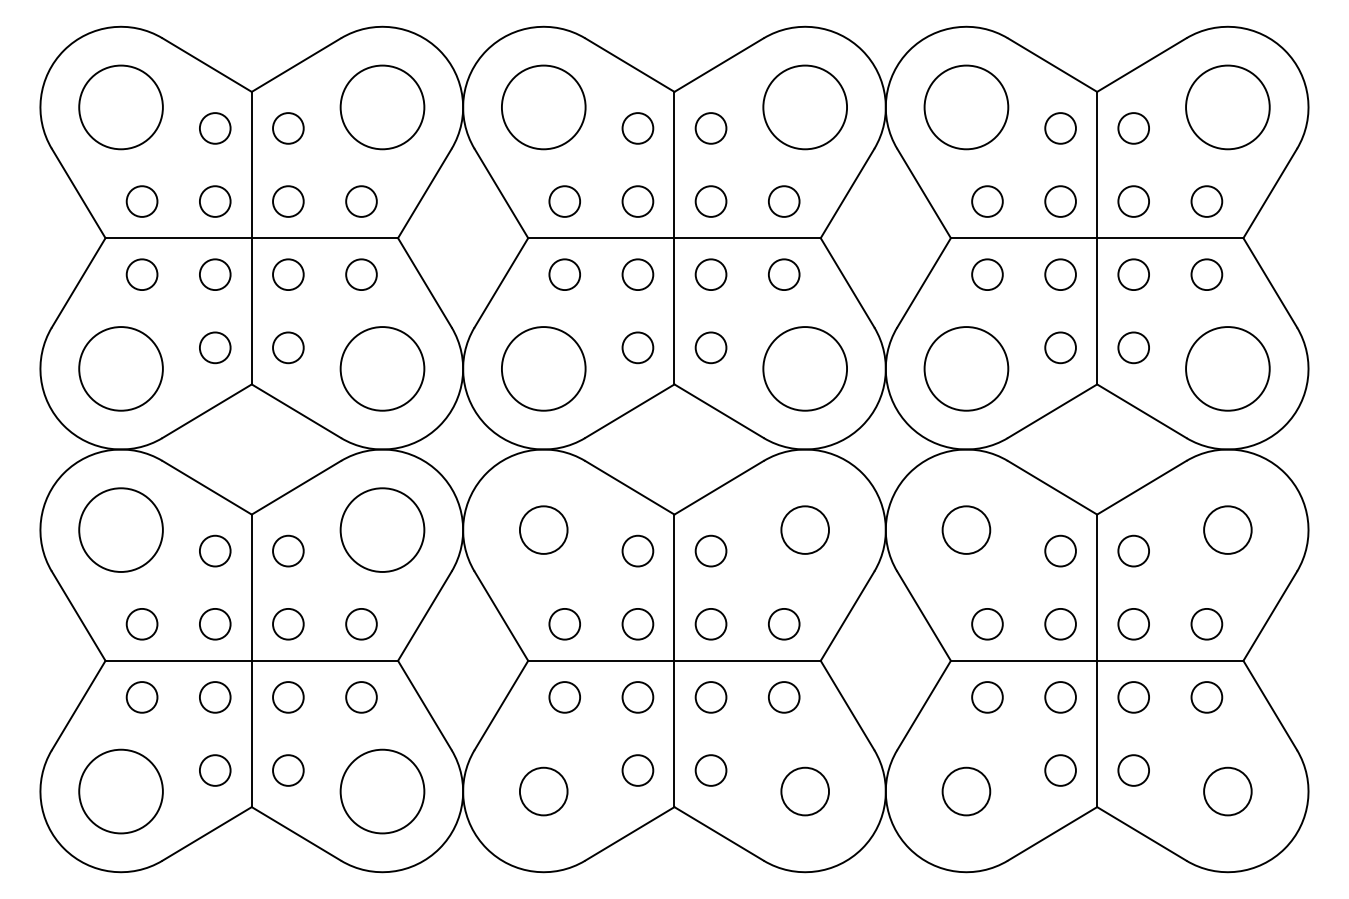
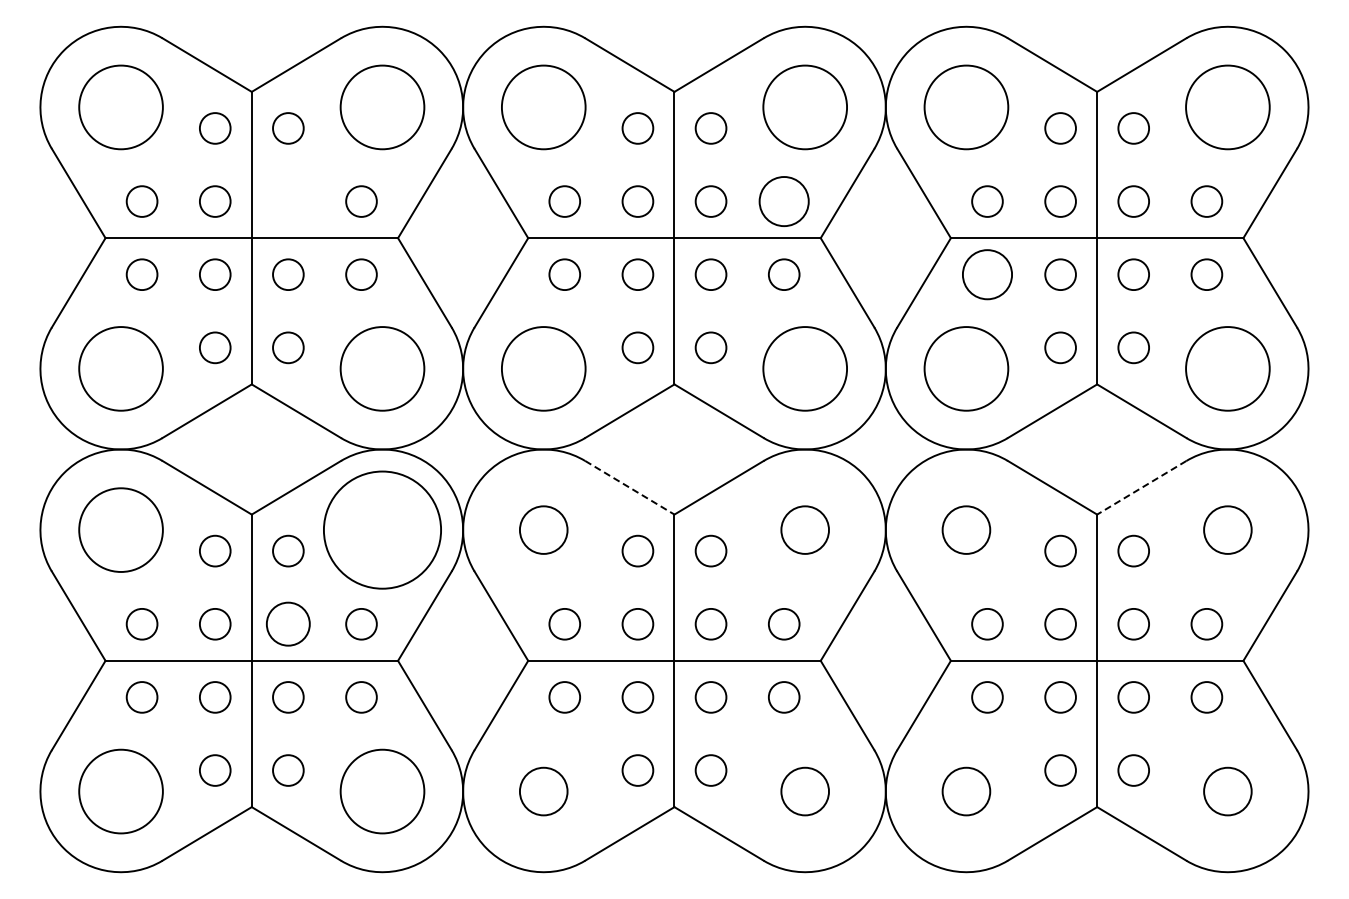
circle at (288, 201): present -> none
circle at (783, 201) diameter: 31 px -> 49 px
circle at (987, 274) diameter: 31 px -> 49 px
line at (630, 488): solid -> dashed
line at (1141, 488): solid -> dashed
circle at (382, 529) diameter: 84 px -> 117 px
circle at (288, 624) size: 33x33 px -> 45x46 px
